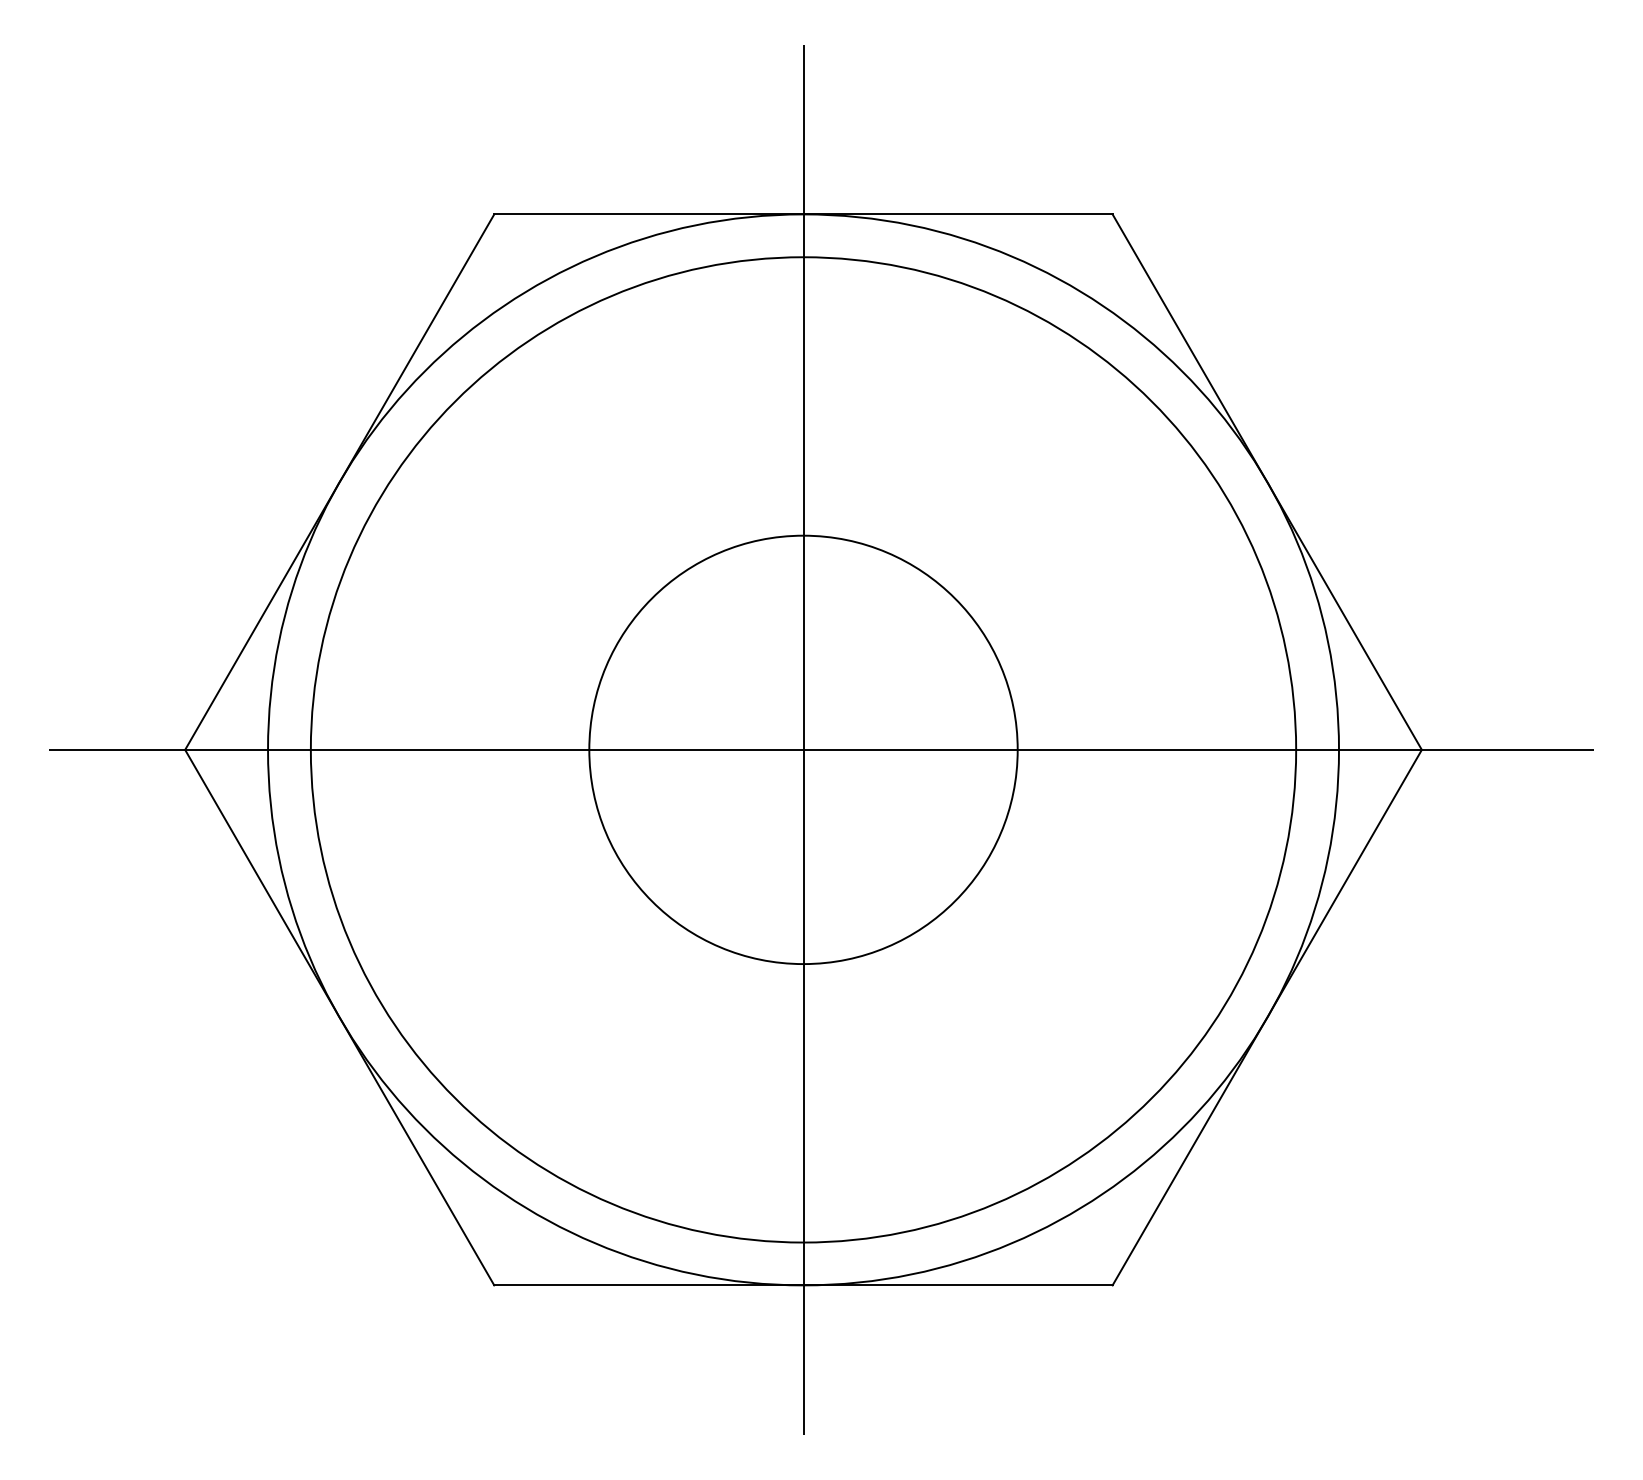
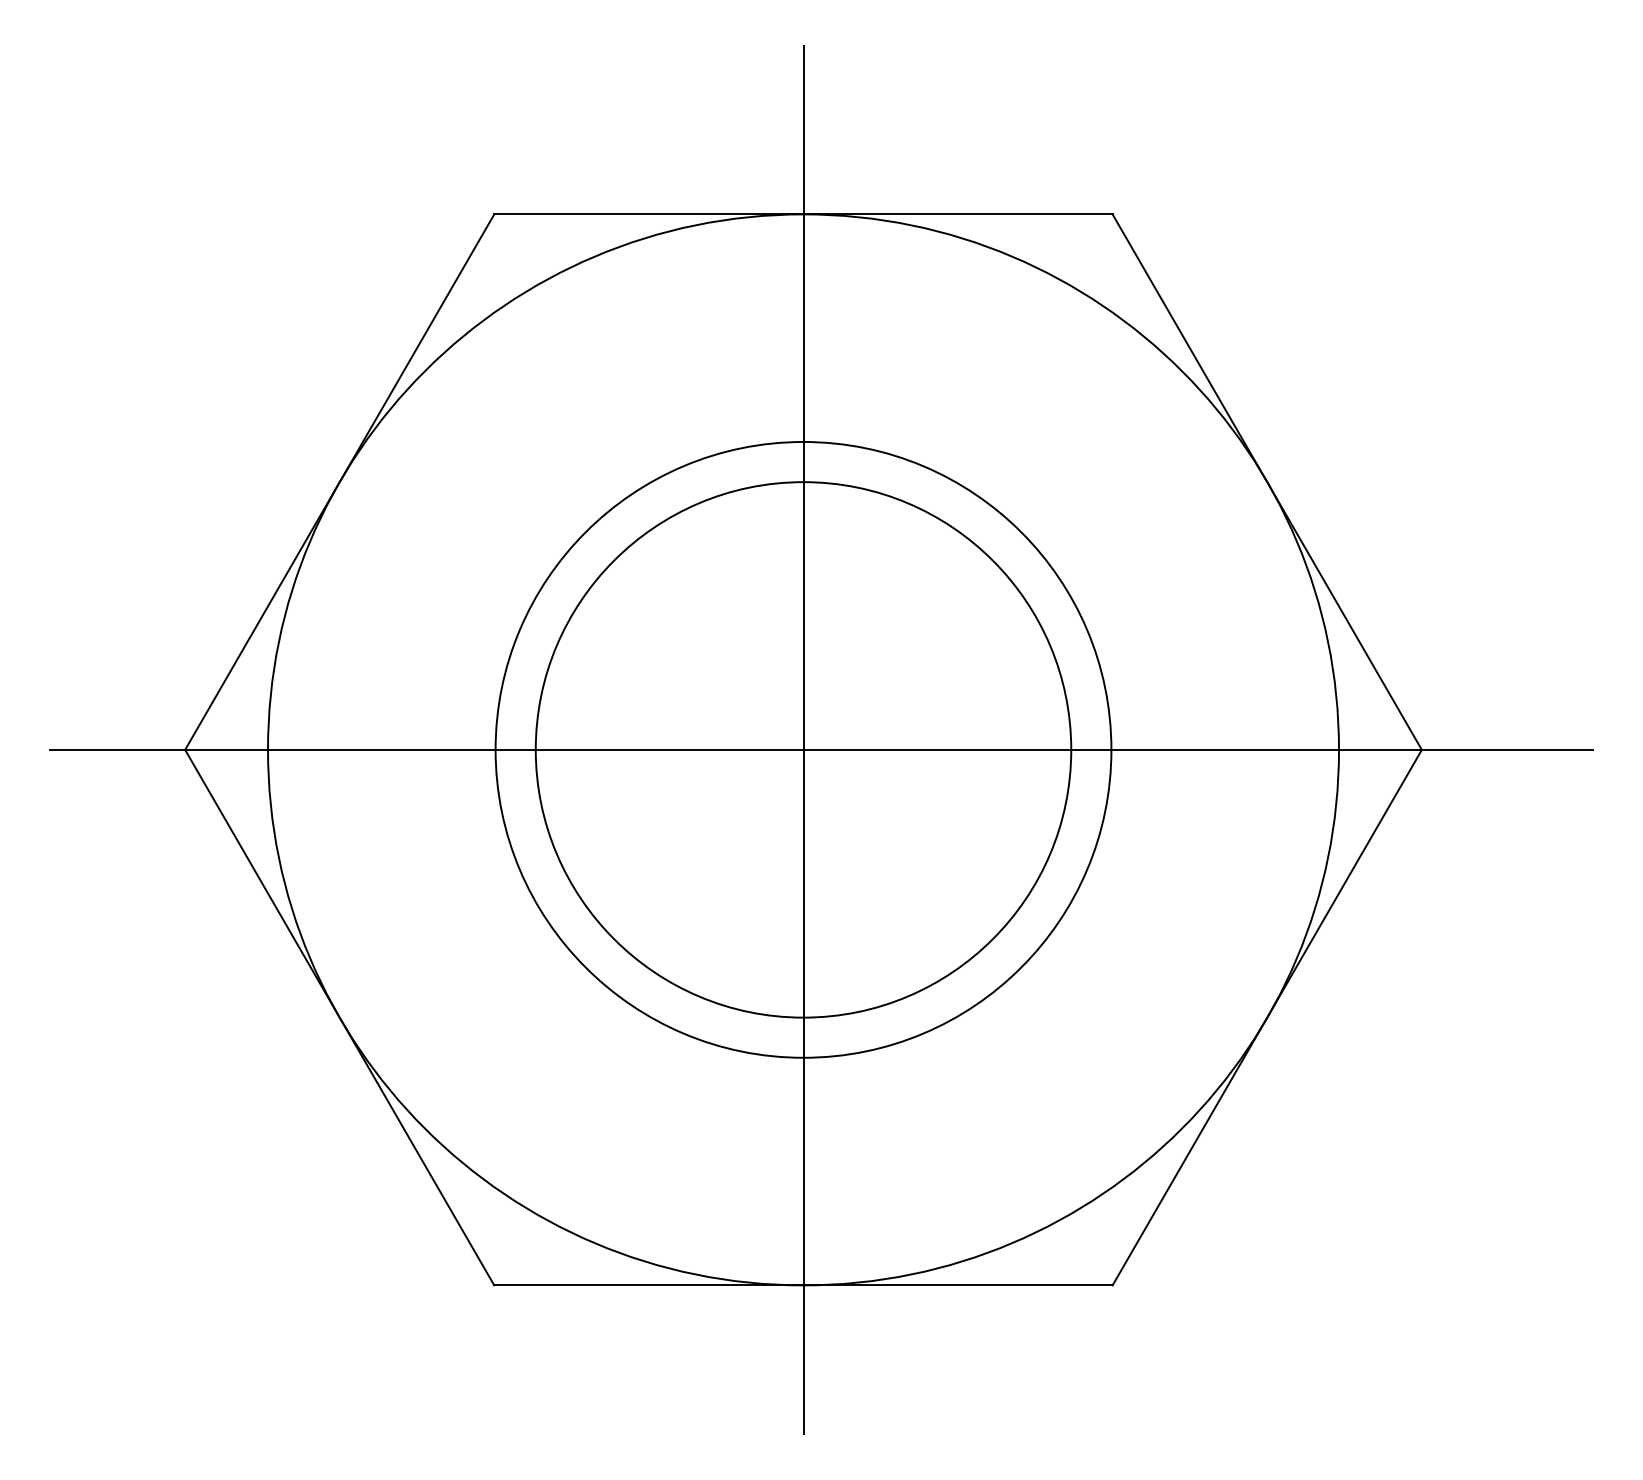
circle at (803, 749) diameter: 428 px -> 535 px
circle at (803, 749) diameter: 985 px -> 616 px
